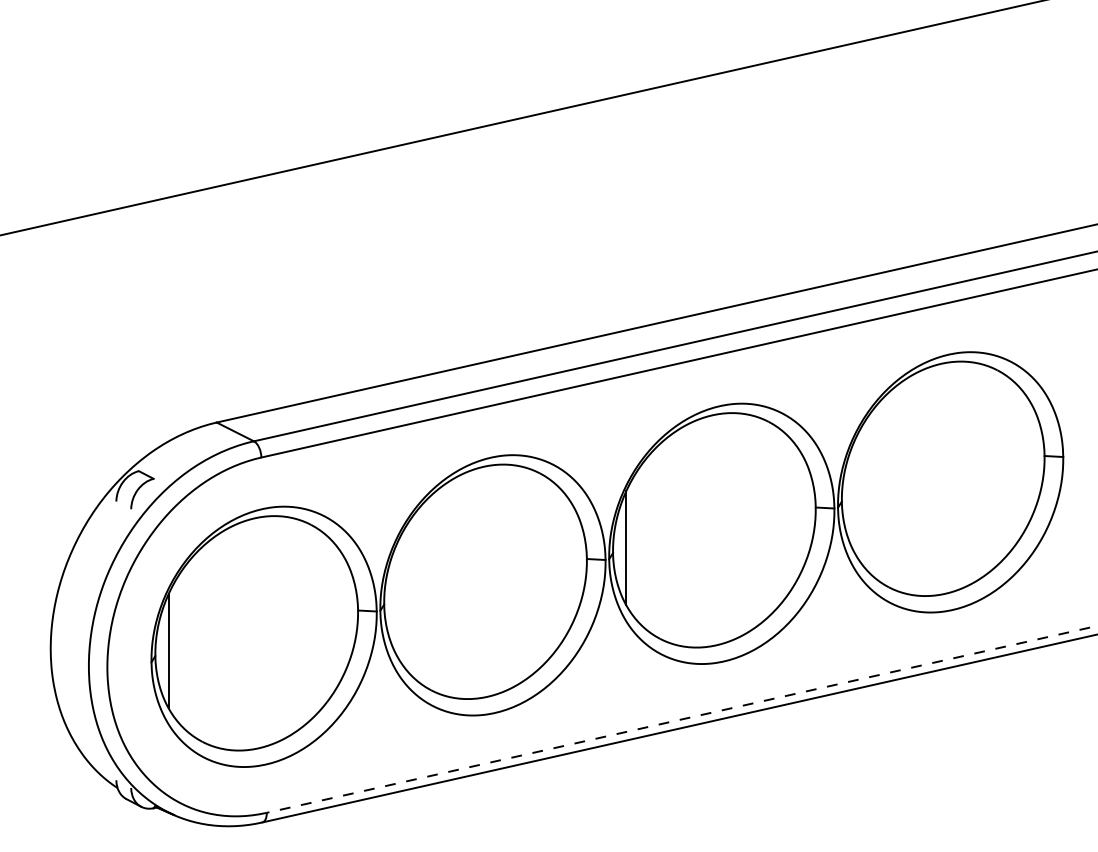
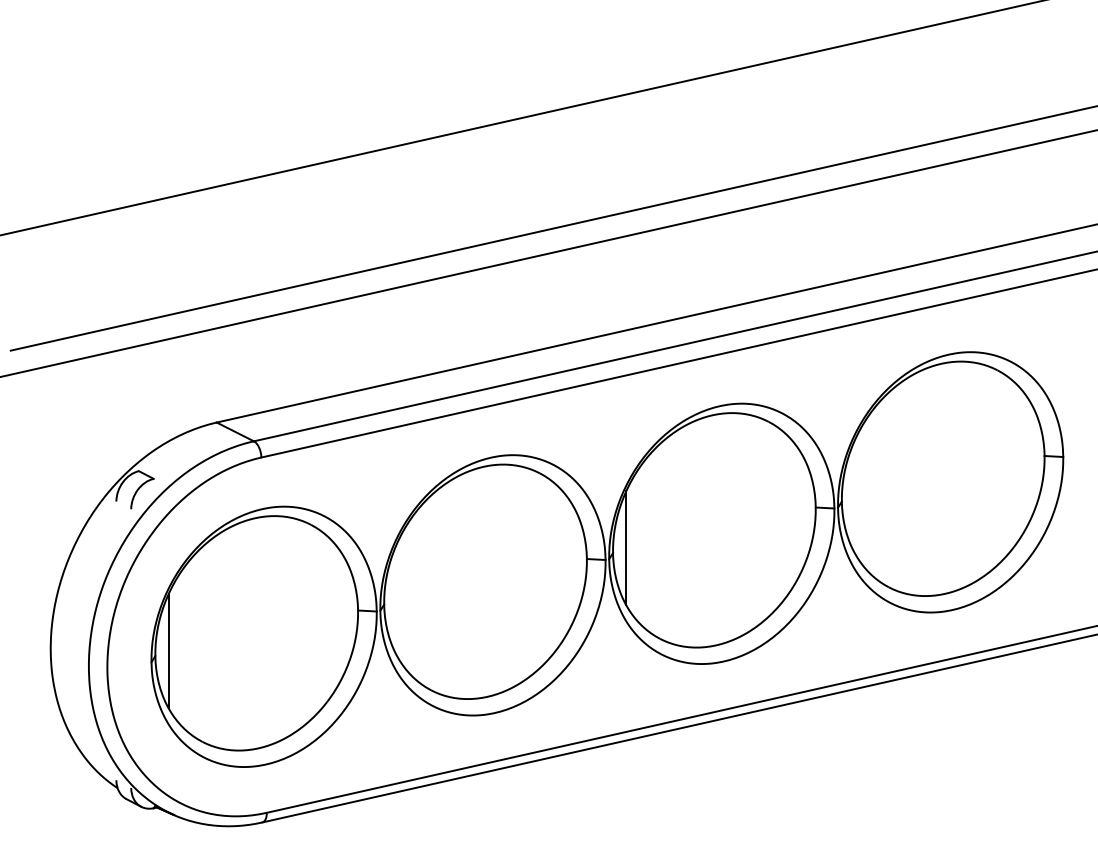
line at (552, 228): none -> present
line at (548, 253): none -> present
line at (682, 719): dashed -> solid
